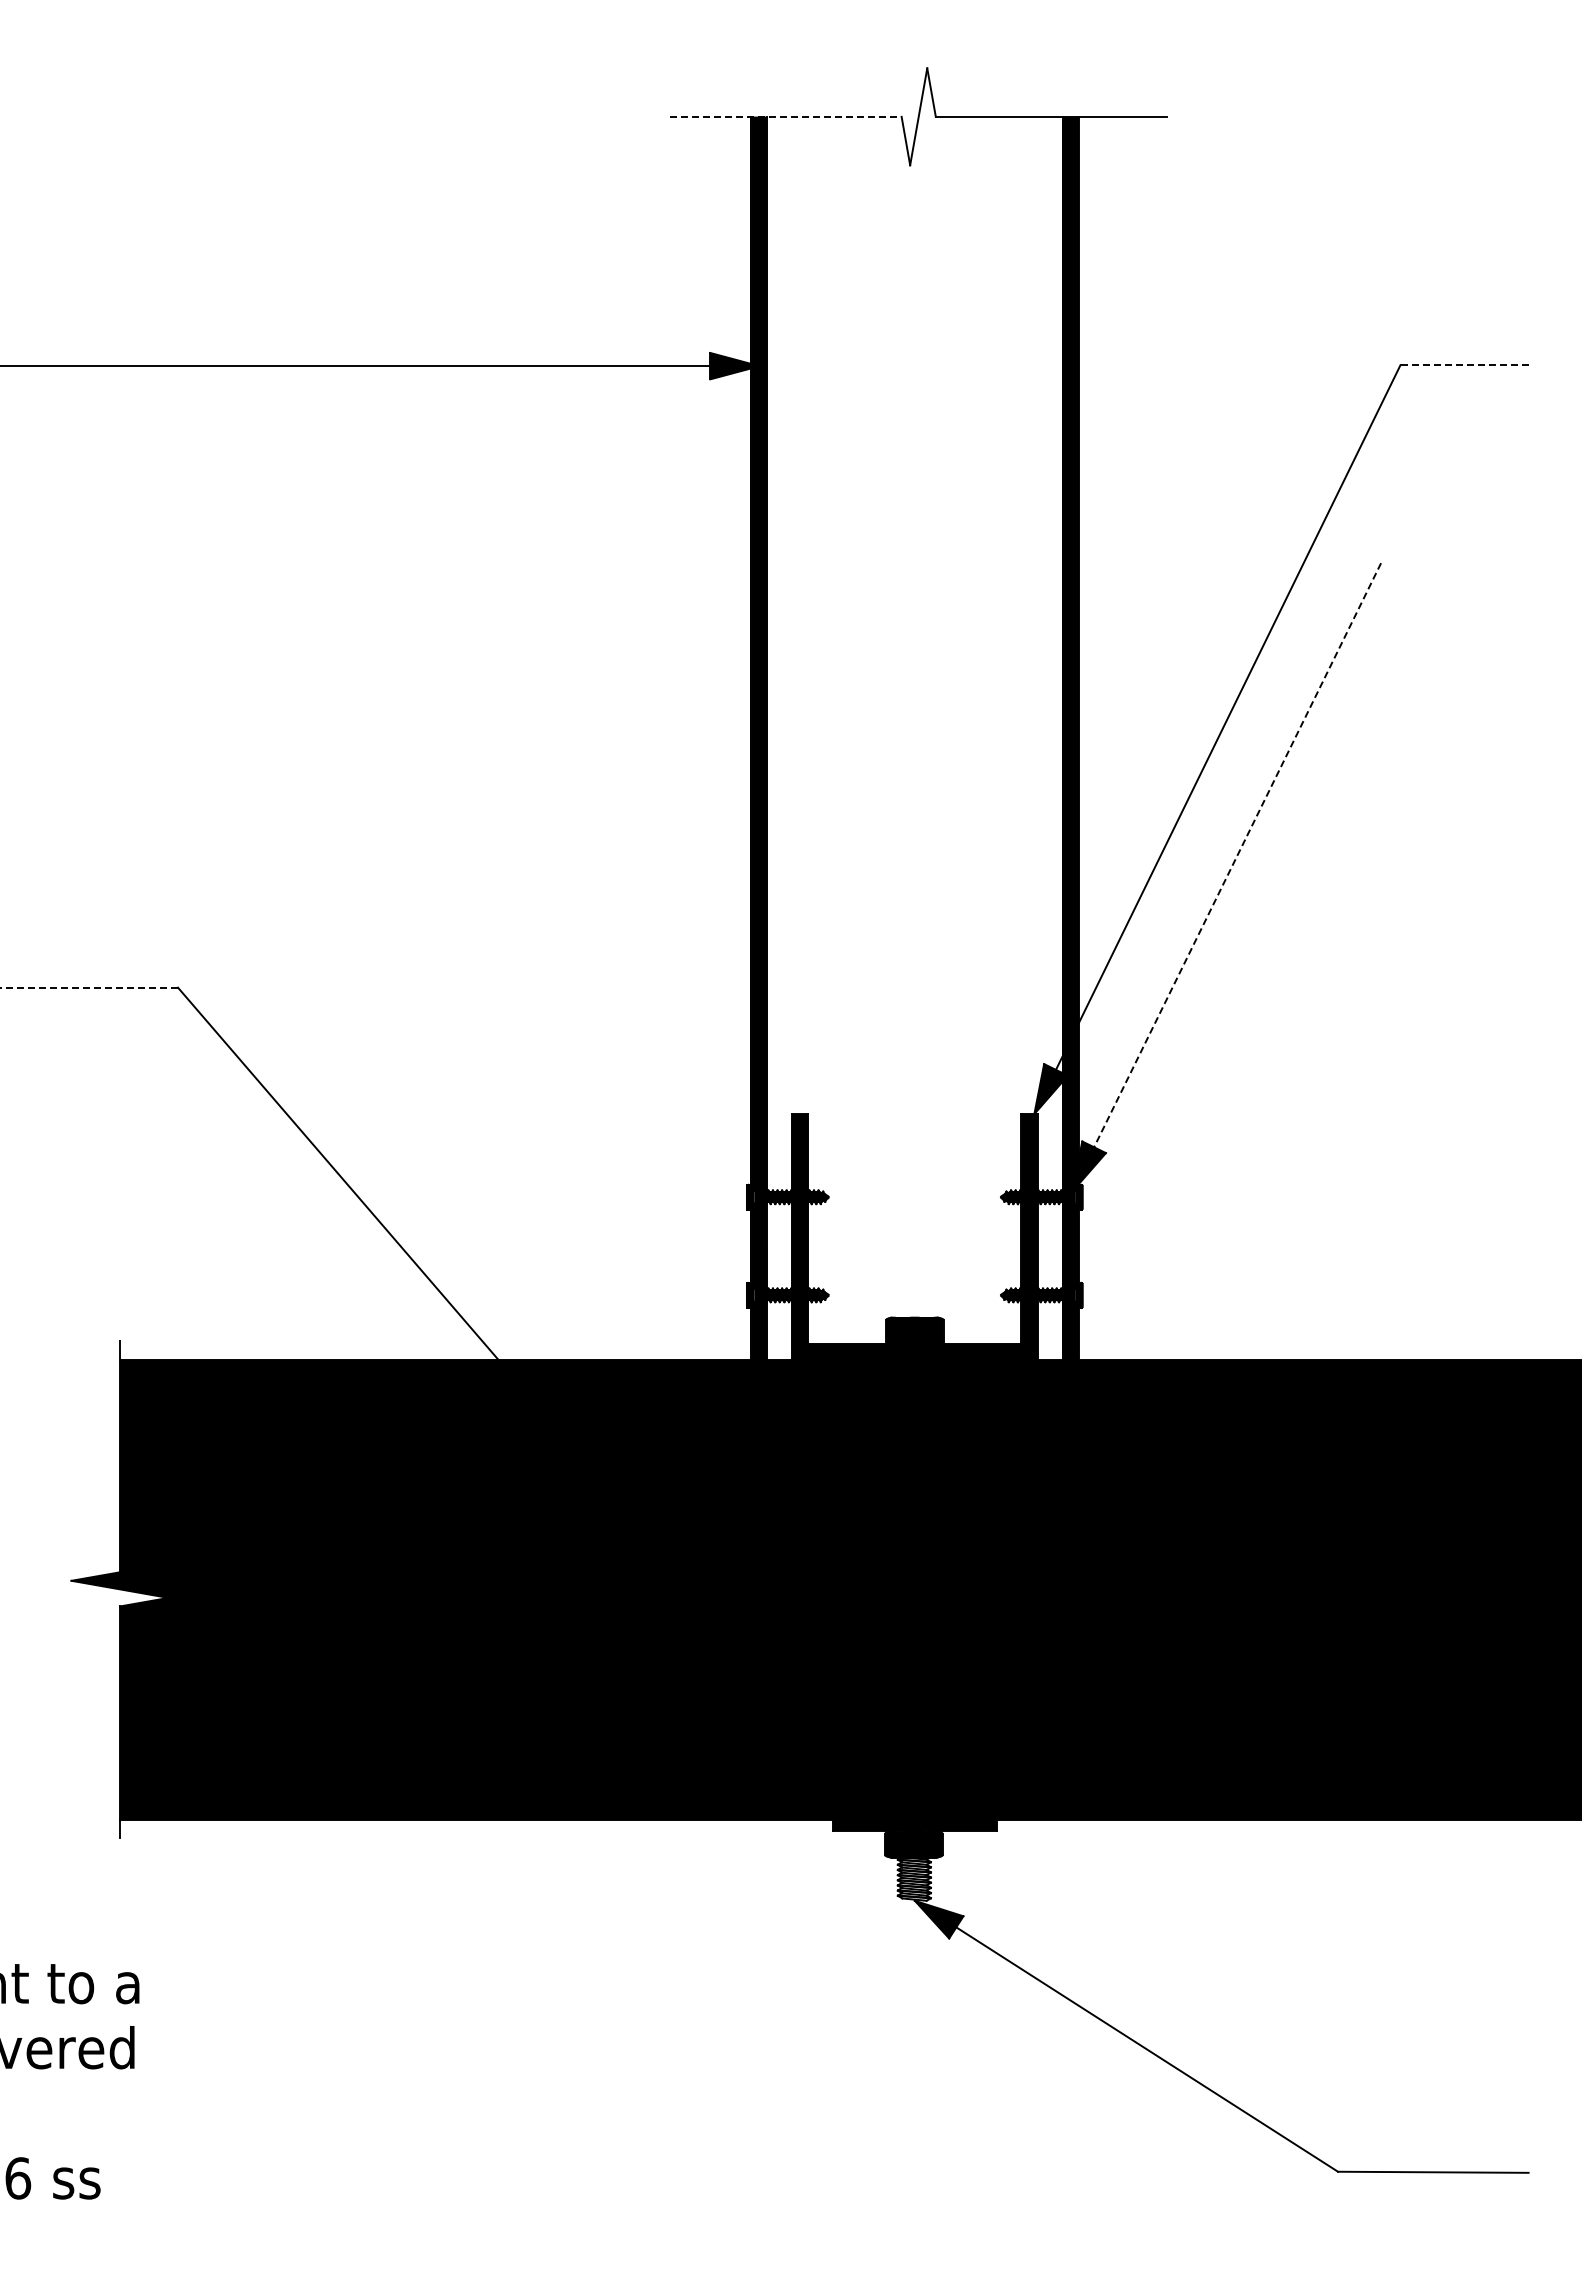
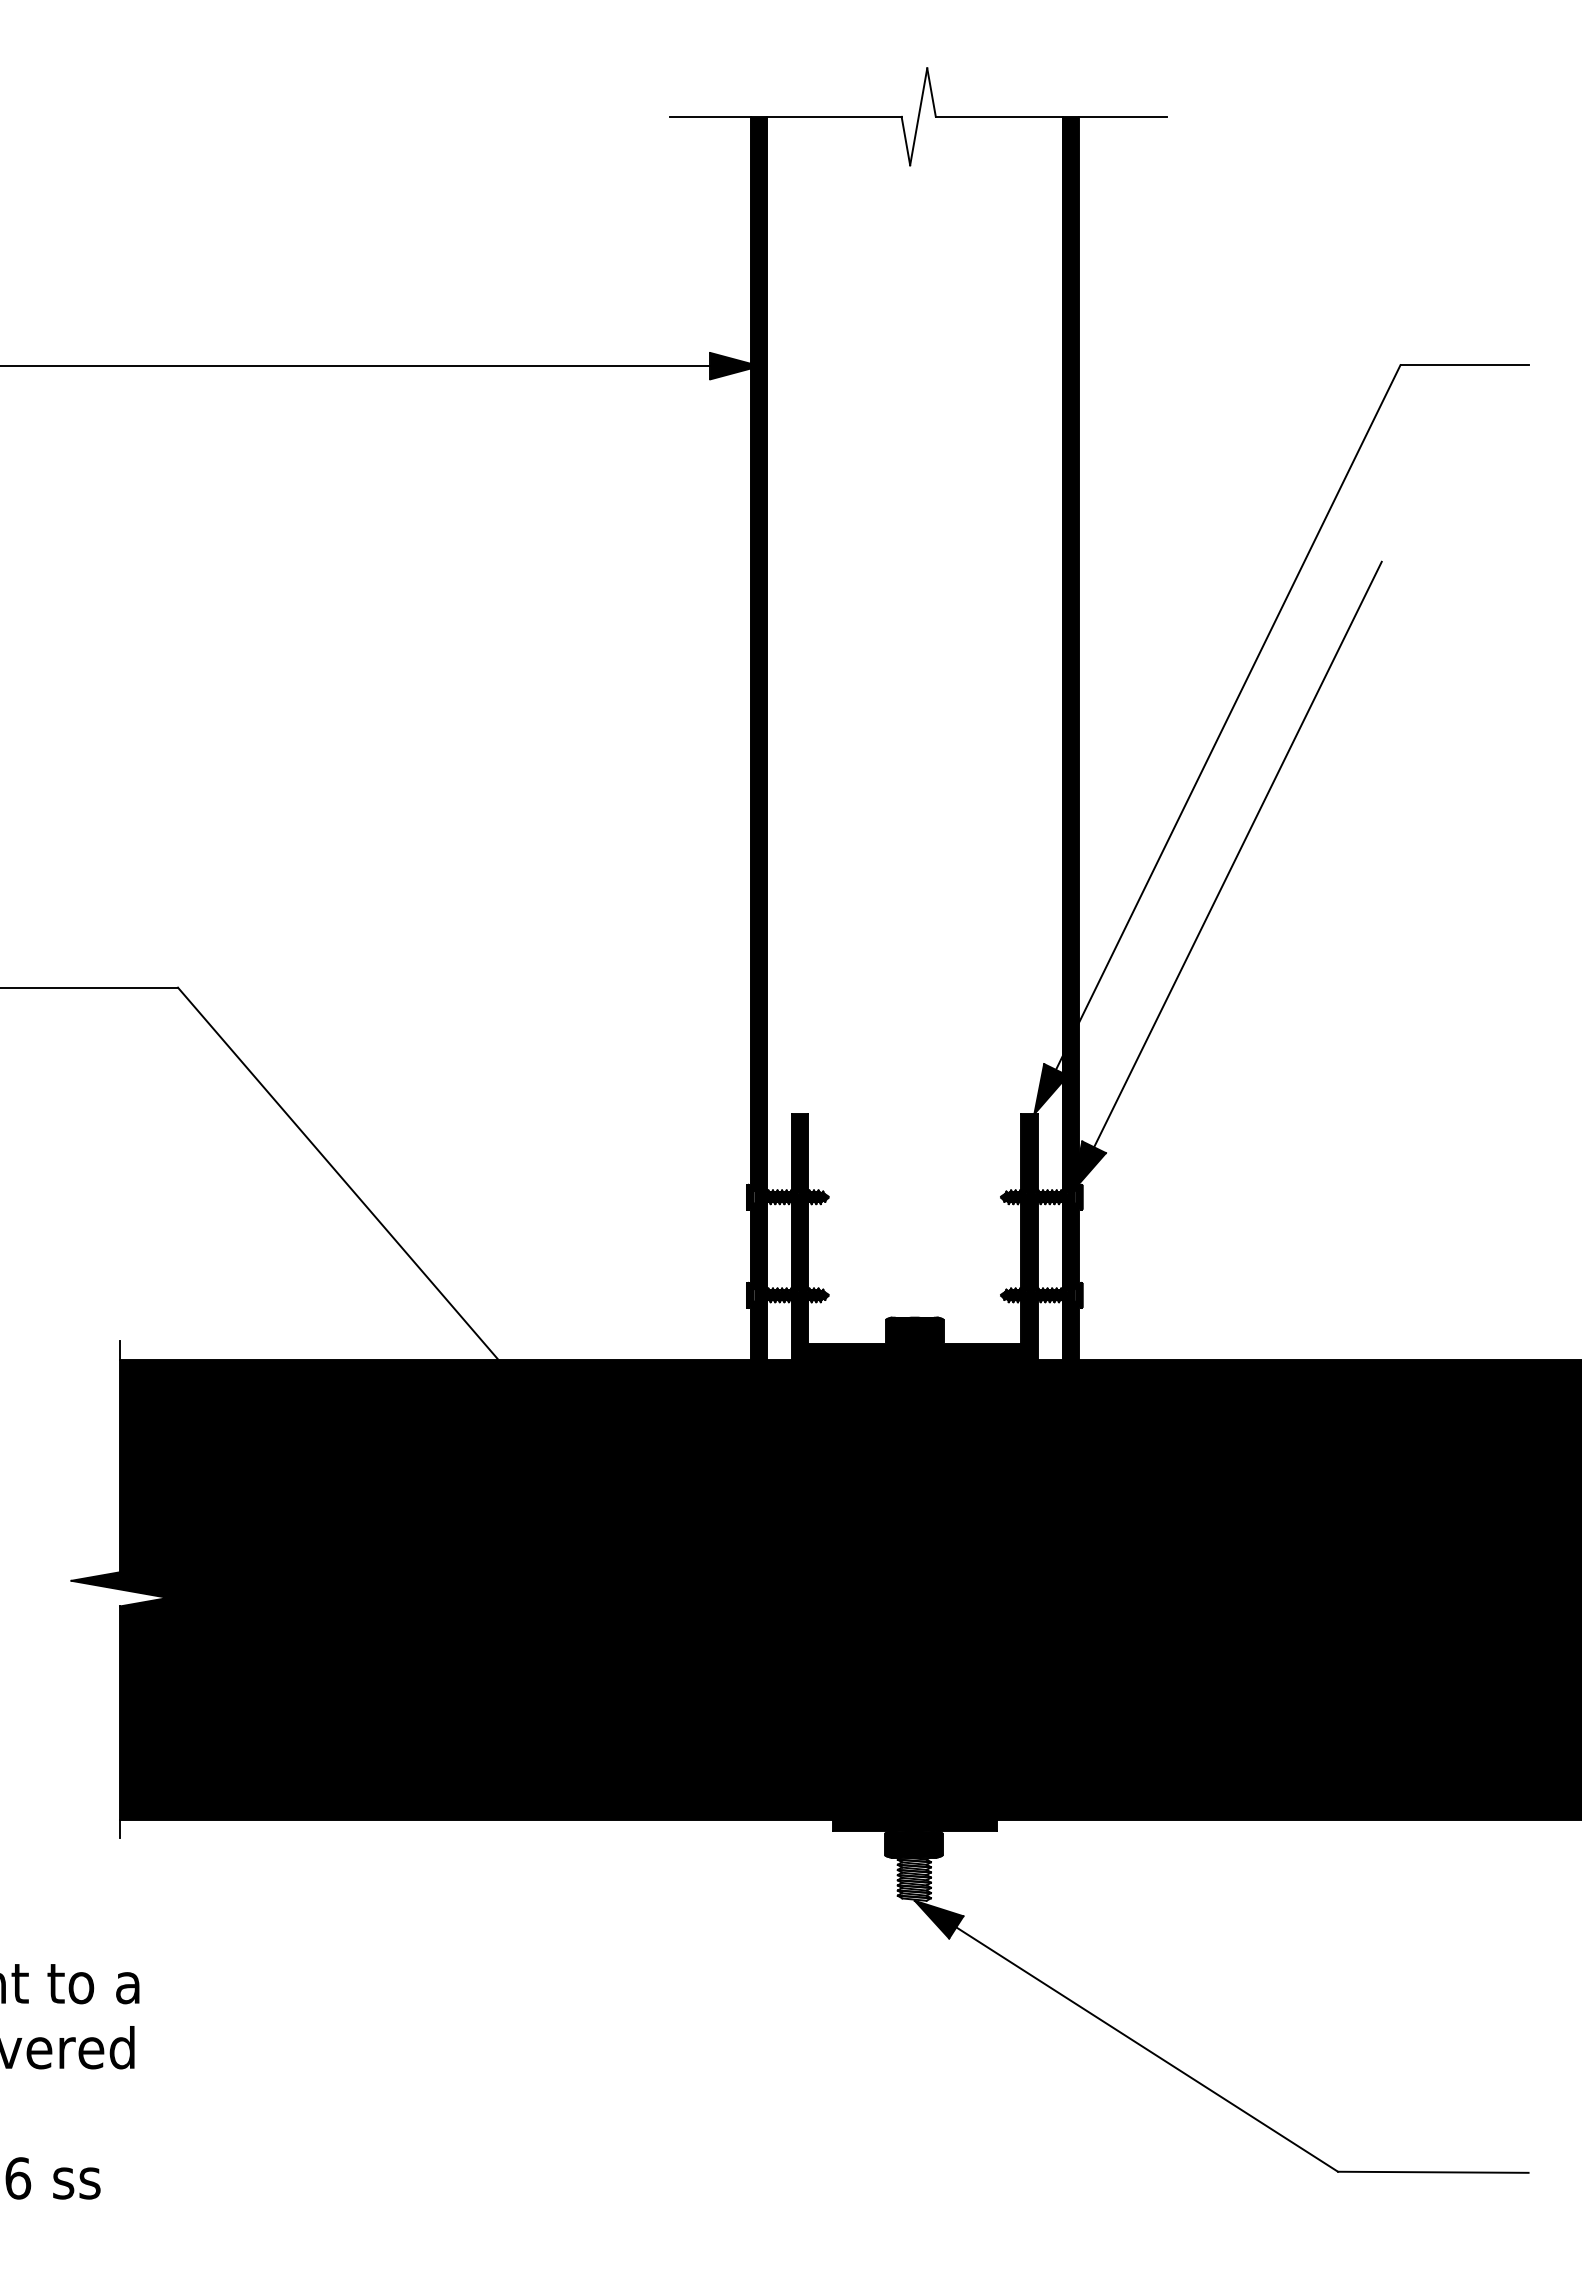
line at (785, 116): dashed -> solid
line at (1465, 365): dashed -> solid
line at (1227, 876): dashed -> solid
line at (89, 987): dashed -> solid
